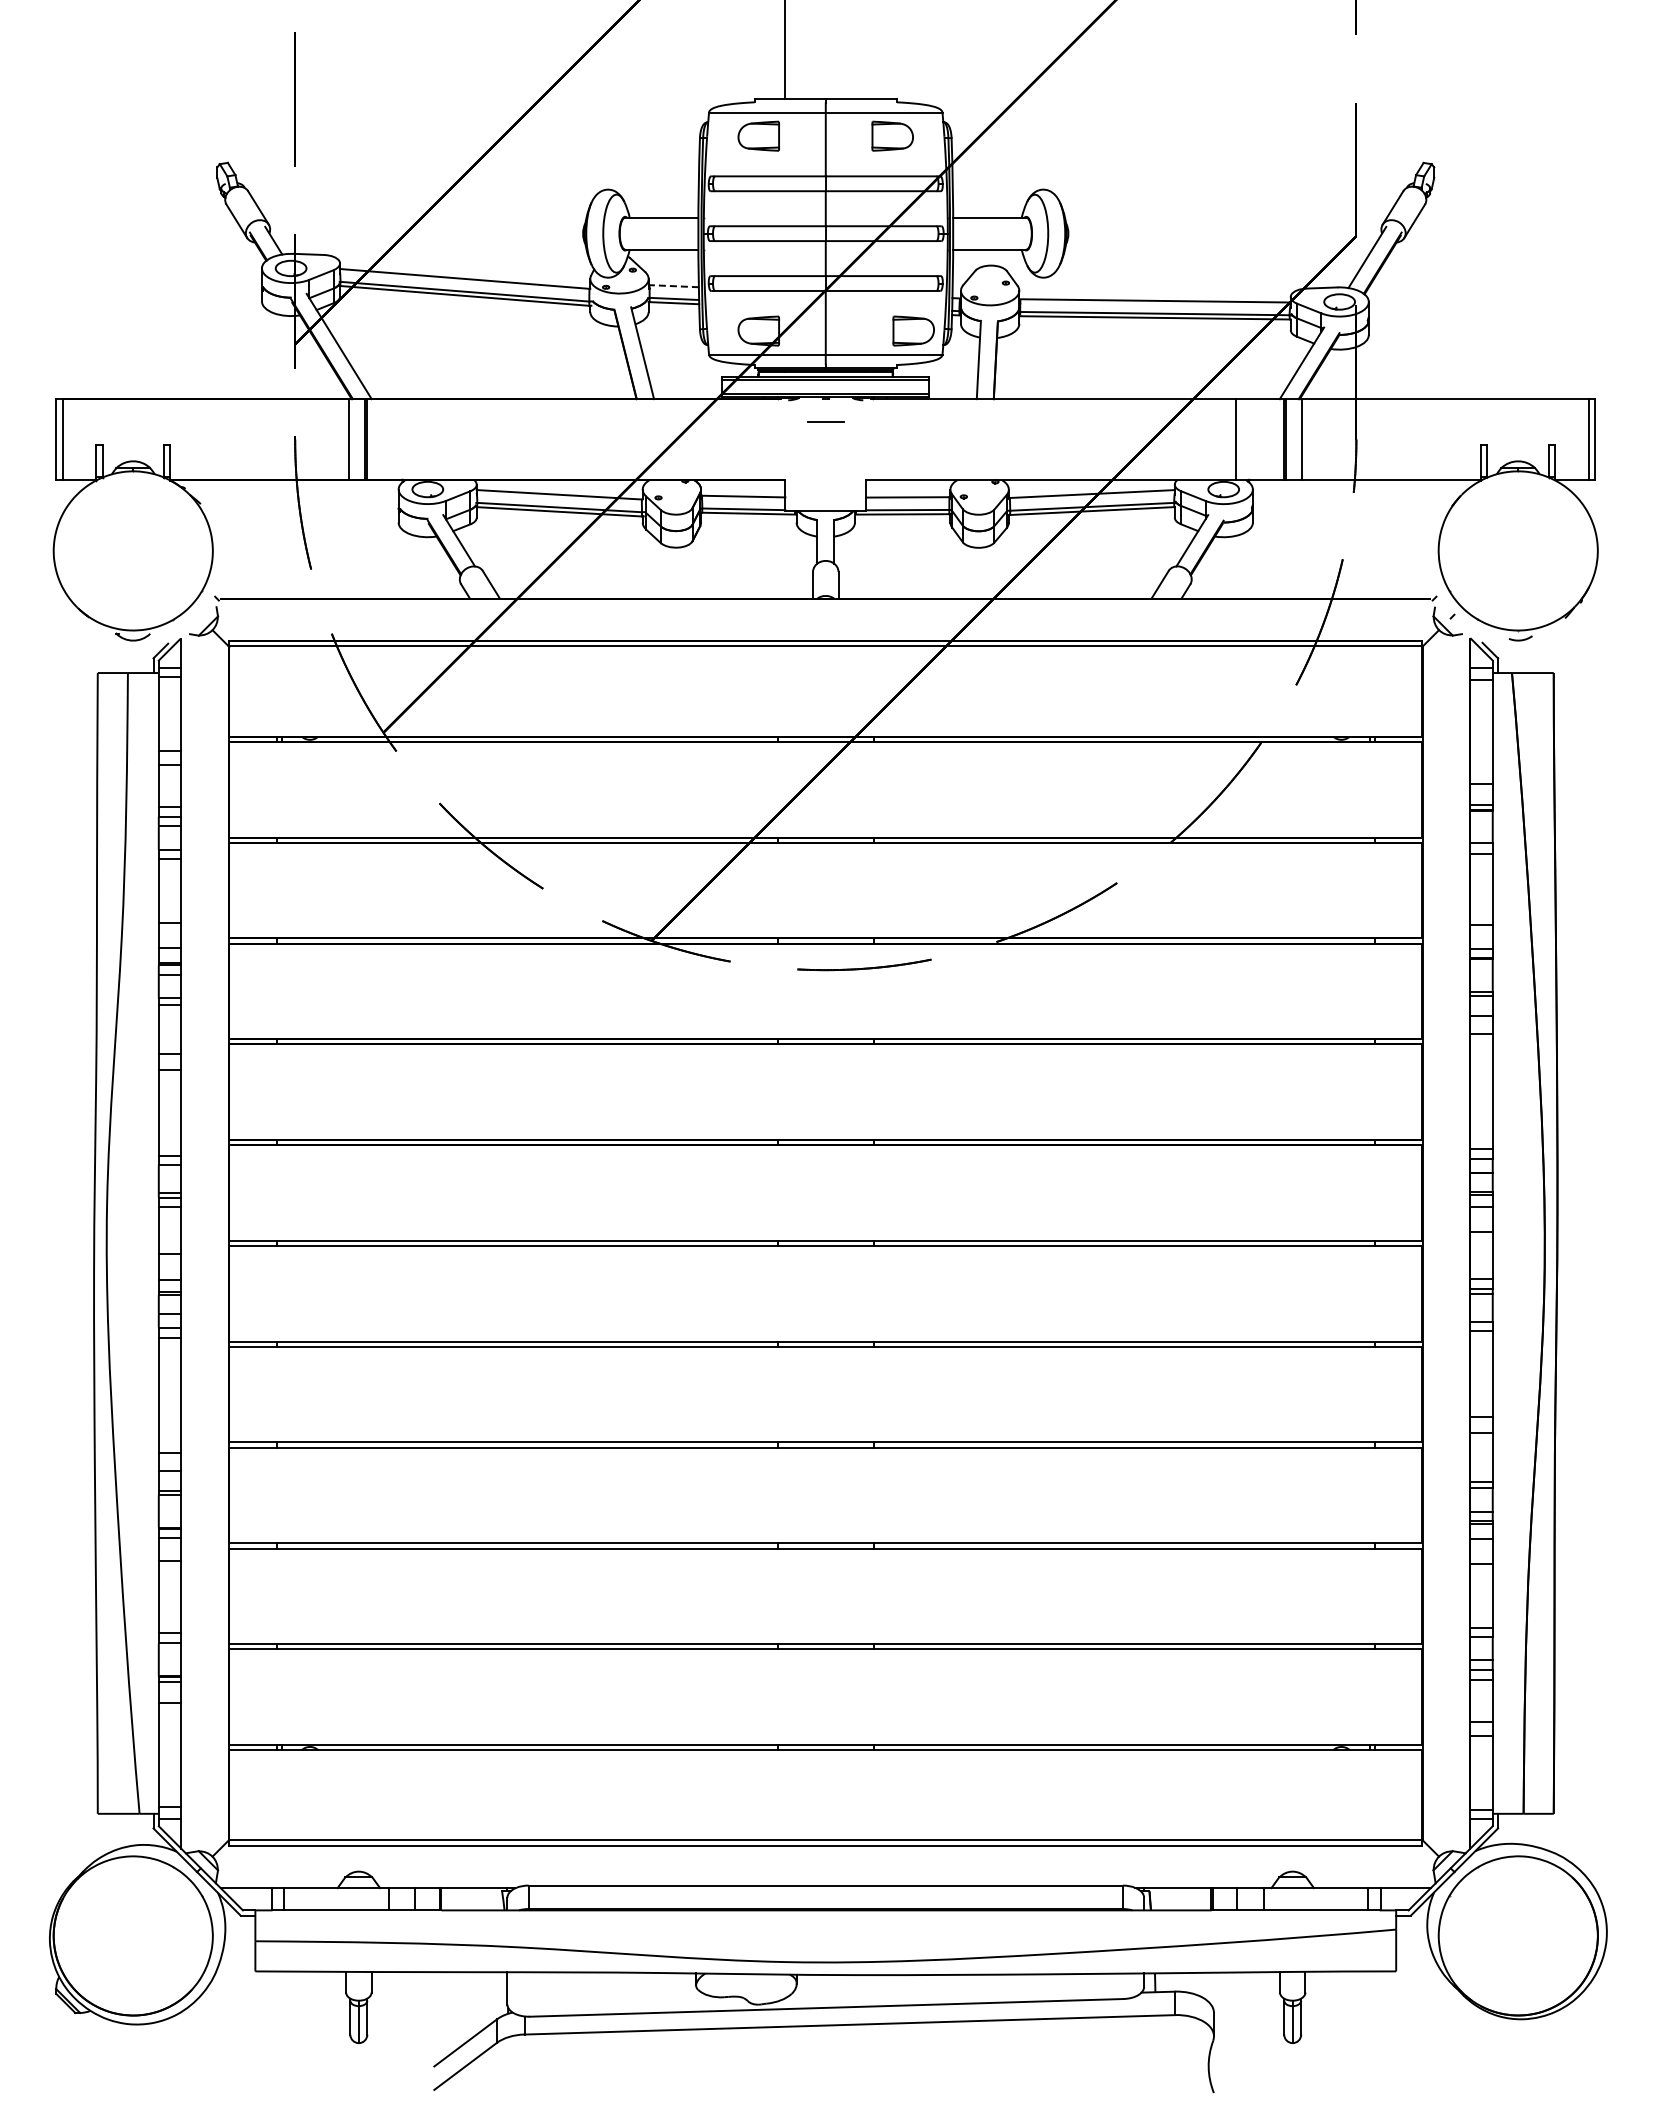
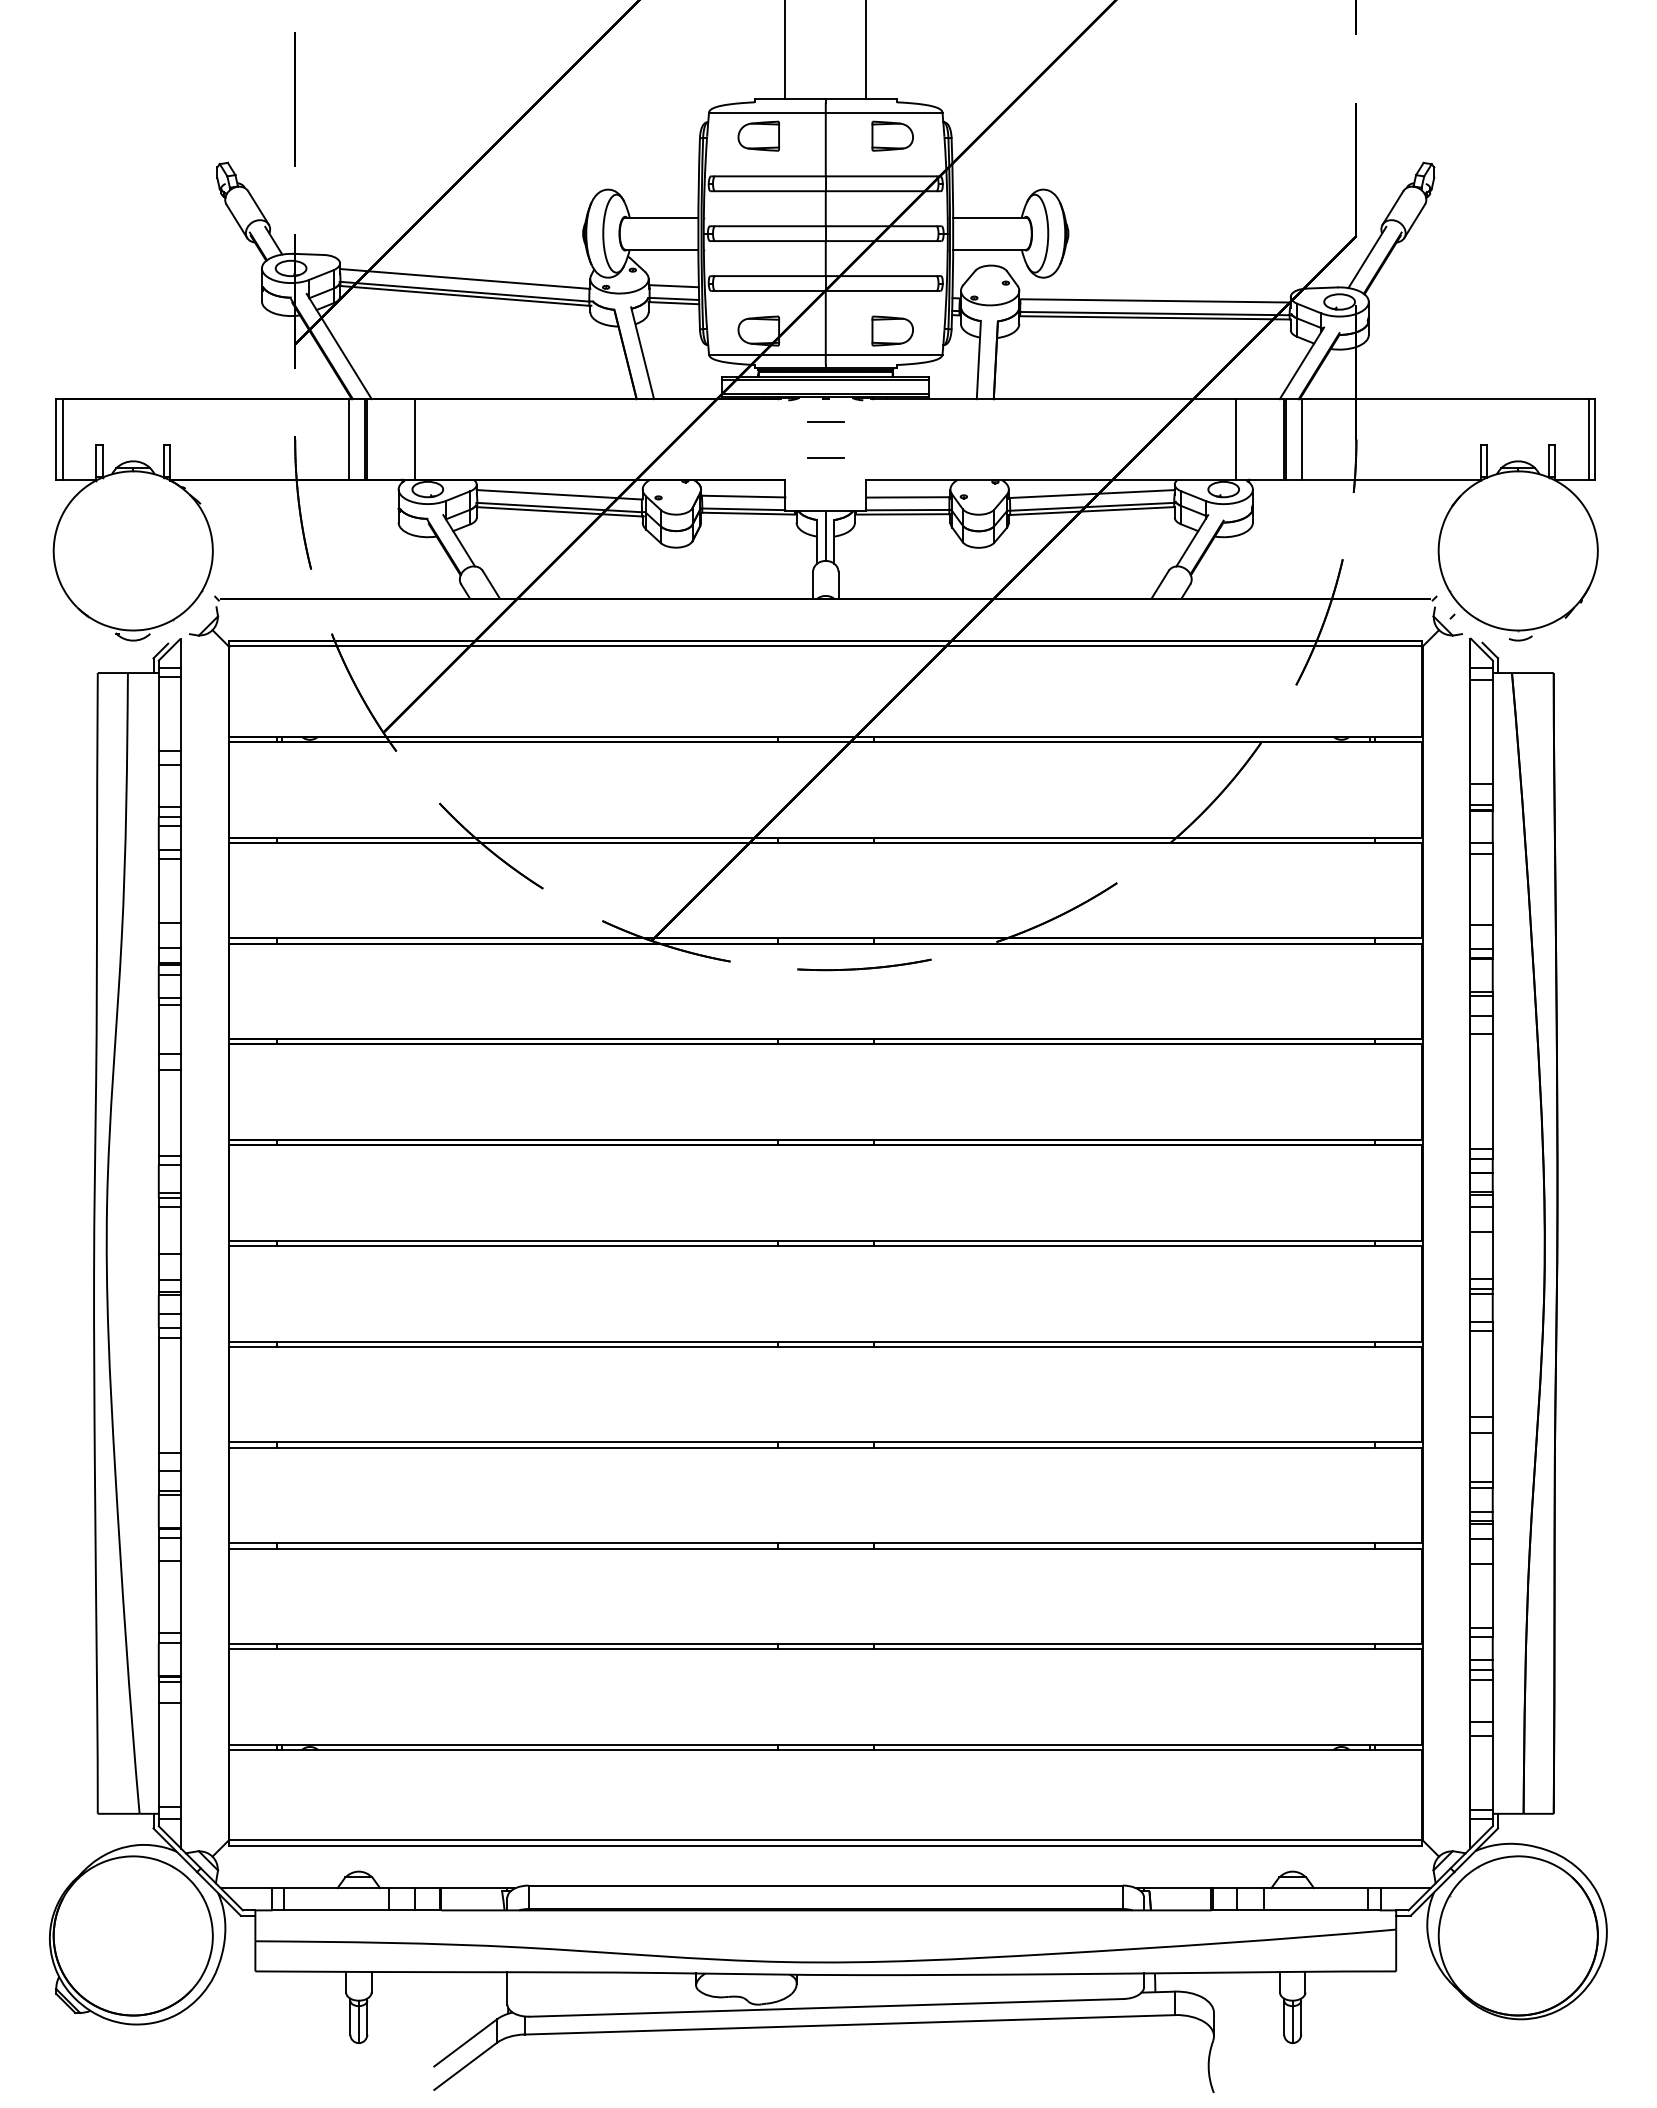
line at (866, 50): none -> present
line at (674, 286): dashed -> solid
part at (913, 330) position: (913, 330) -> (892, 330)
line at (415, 439): none -> present
line at (825, 457): none -> present
line at (825, 536): none -> present
